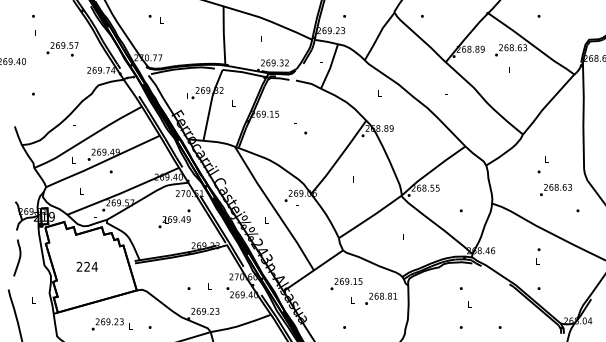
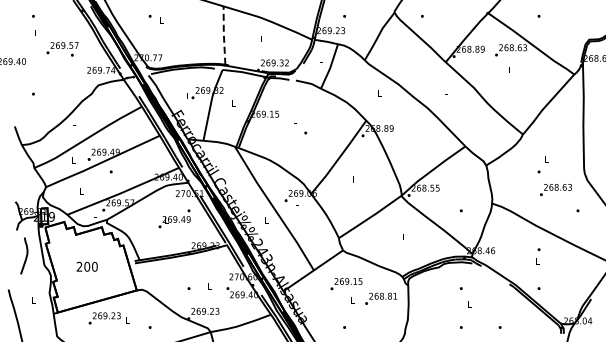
line at (223, 35): solid -> dashed
curve at (18, 258) position: (18, 258) -> (25, 256)
text at (90, 266): 224 -> 200
text at (111, 324) position: (111, 324) -> (108, 318)
